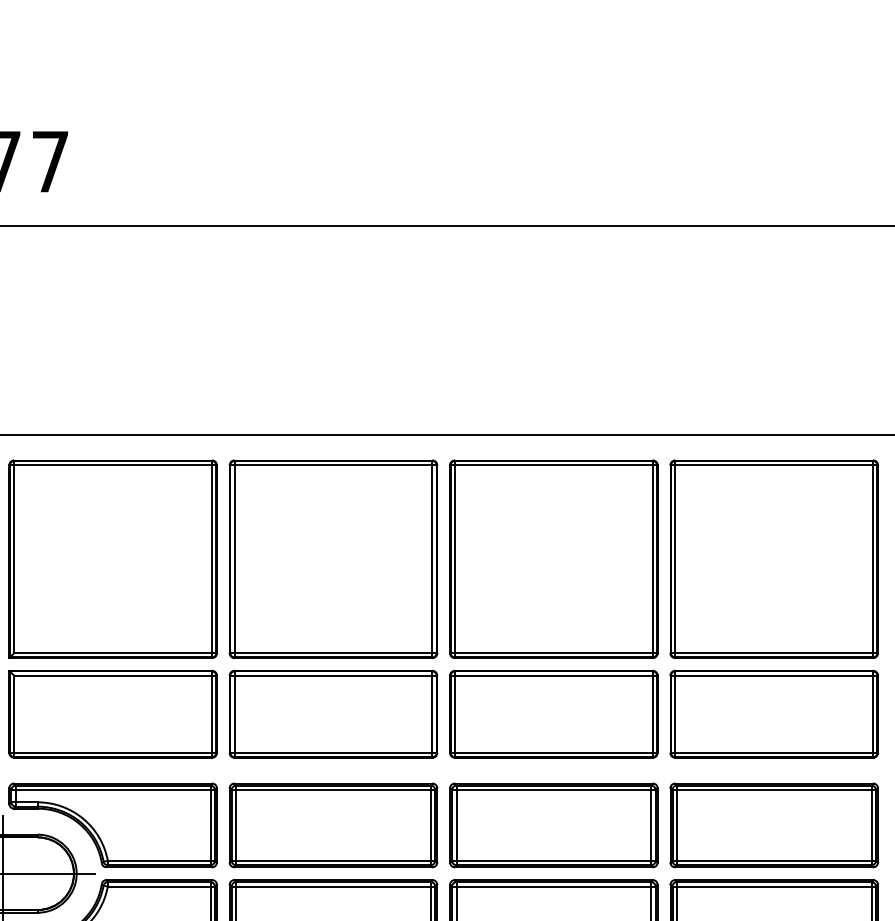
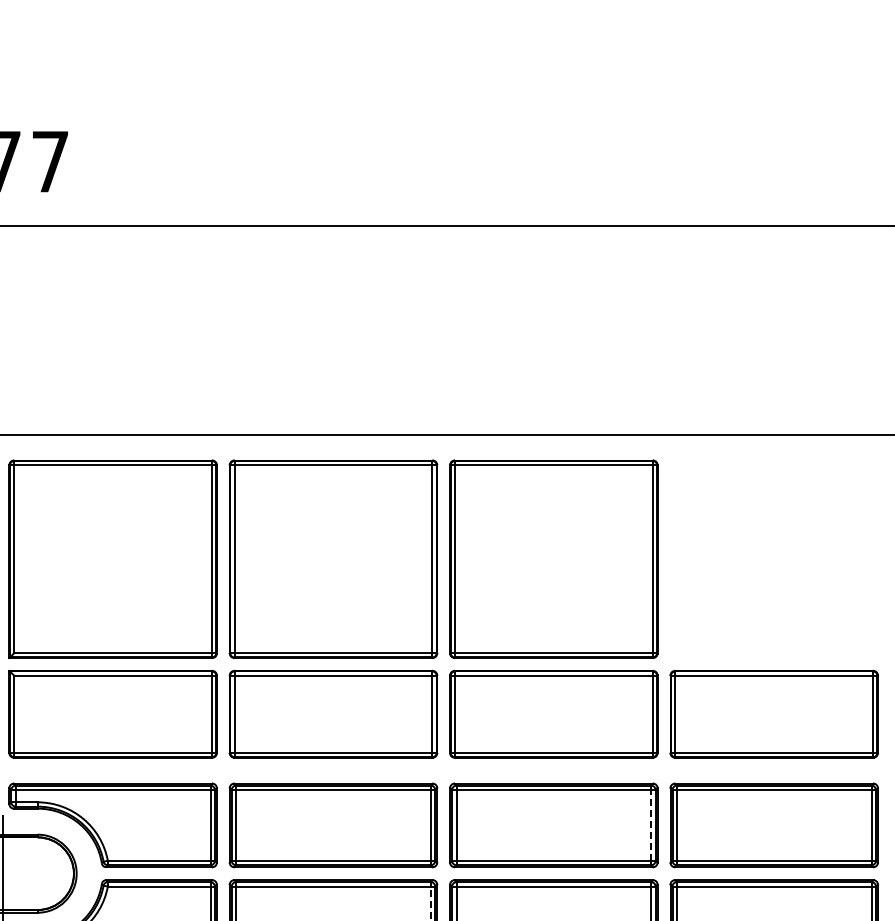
part at (773, 558): present -> none
line at (651, 824): solid -> dashed
line at (49, 873): present -> none
line at (430, 903): solid -> dashed
